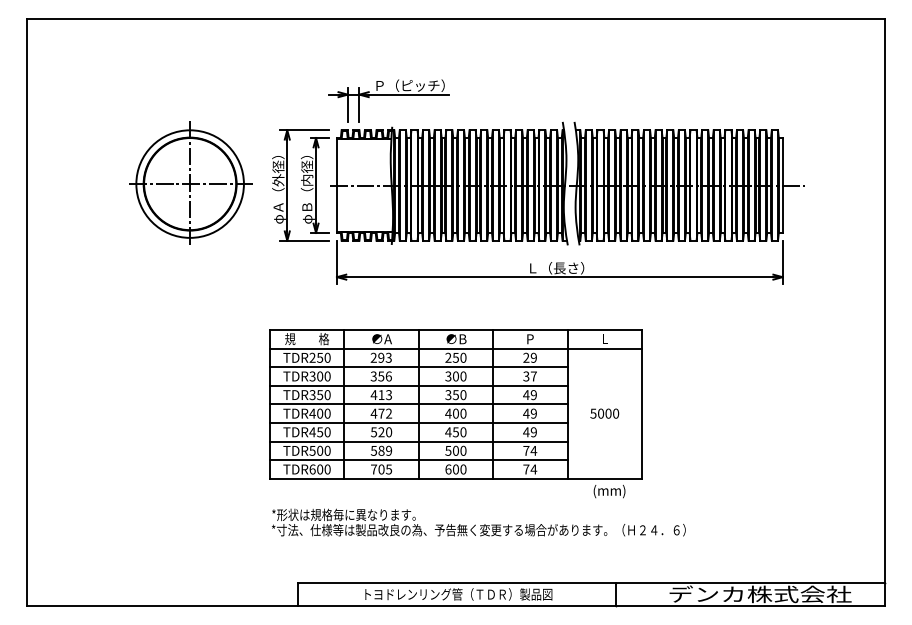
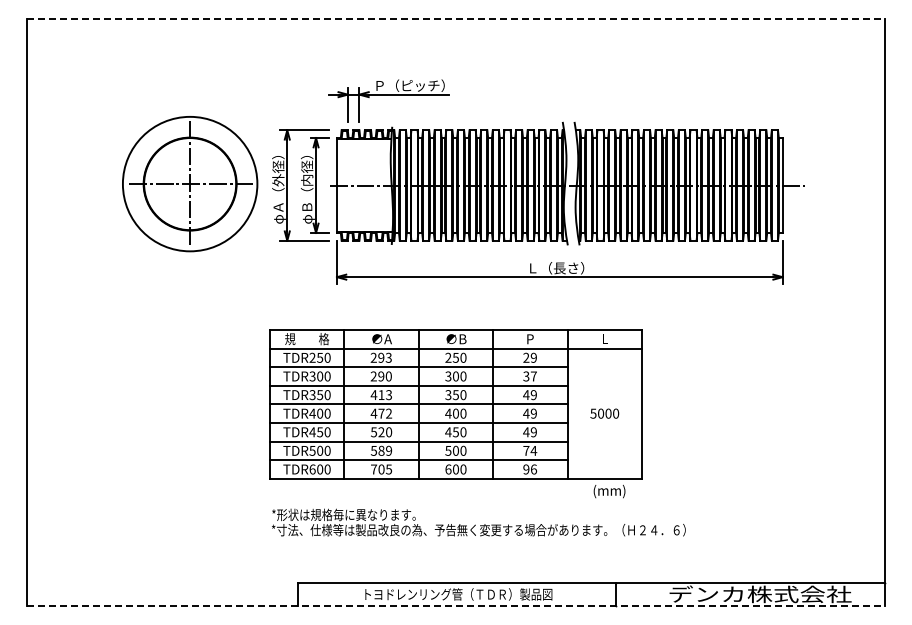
line at (455, 18): solid -> dashed
circle at (189, 183) diameter: 108 px -> 134 px
text at (380, 376): 356 -> 290
text at (530, 469): 74 -> 96
line at (455, 606): solid -> dashed
